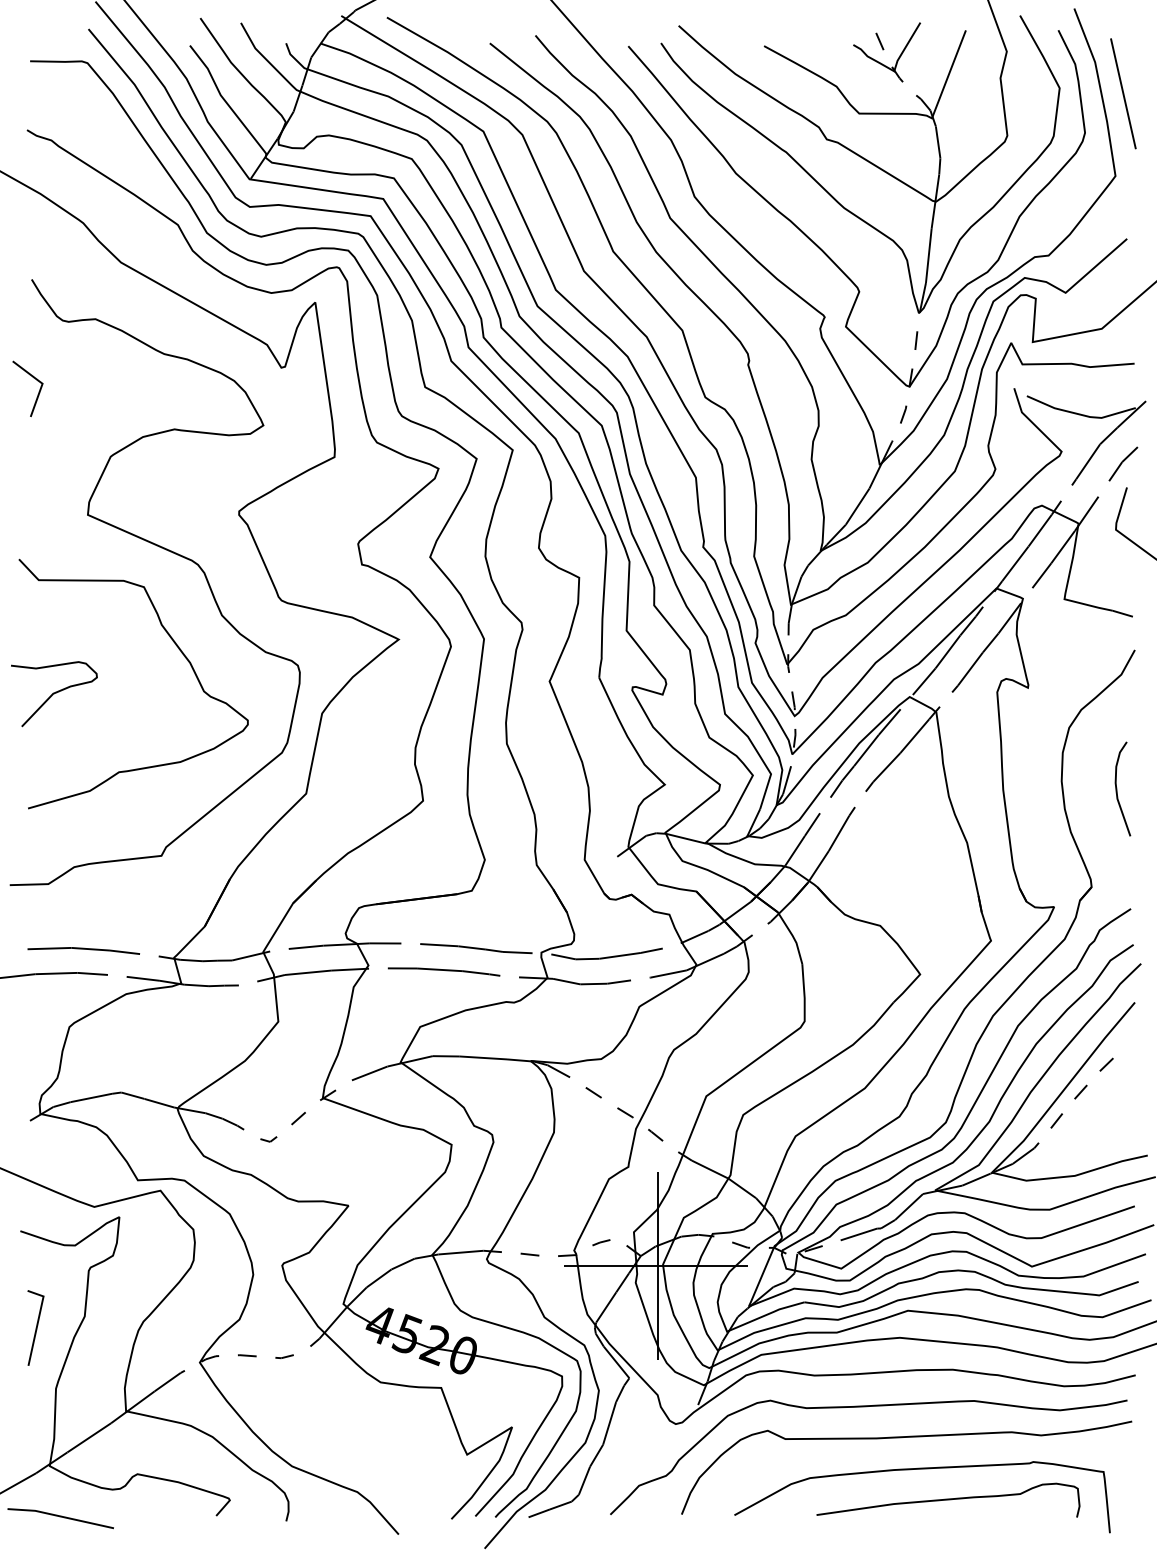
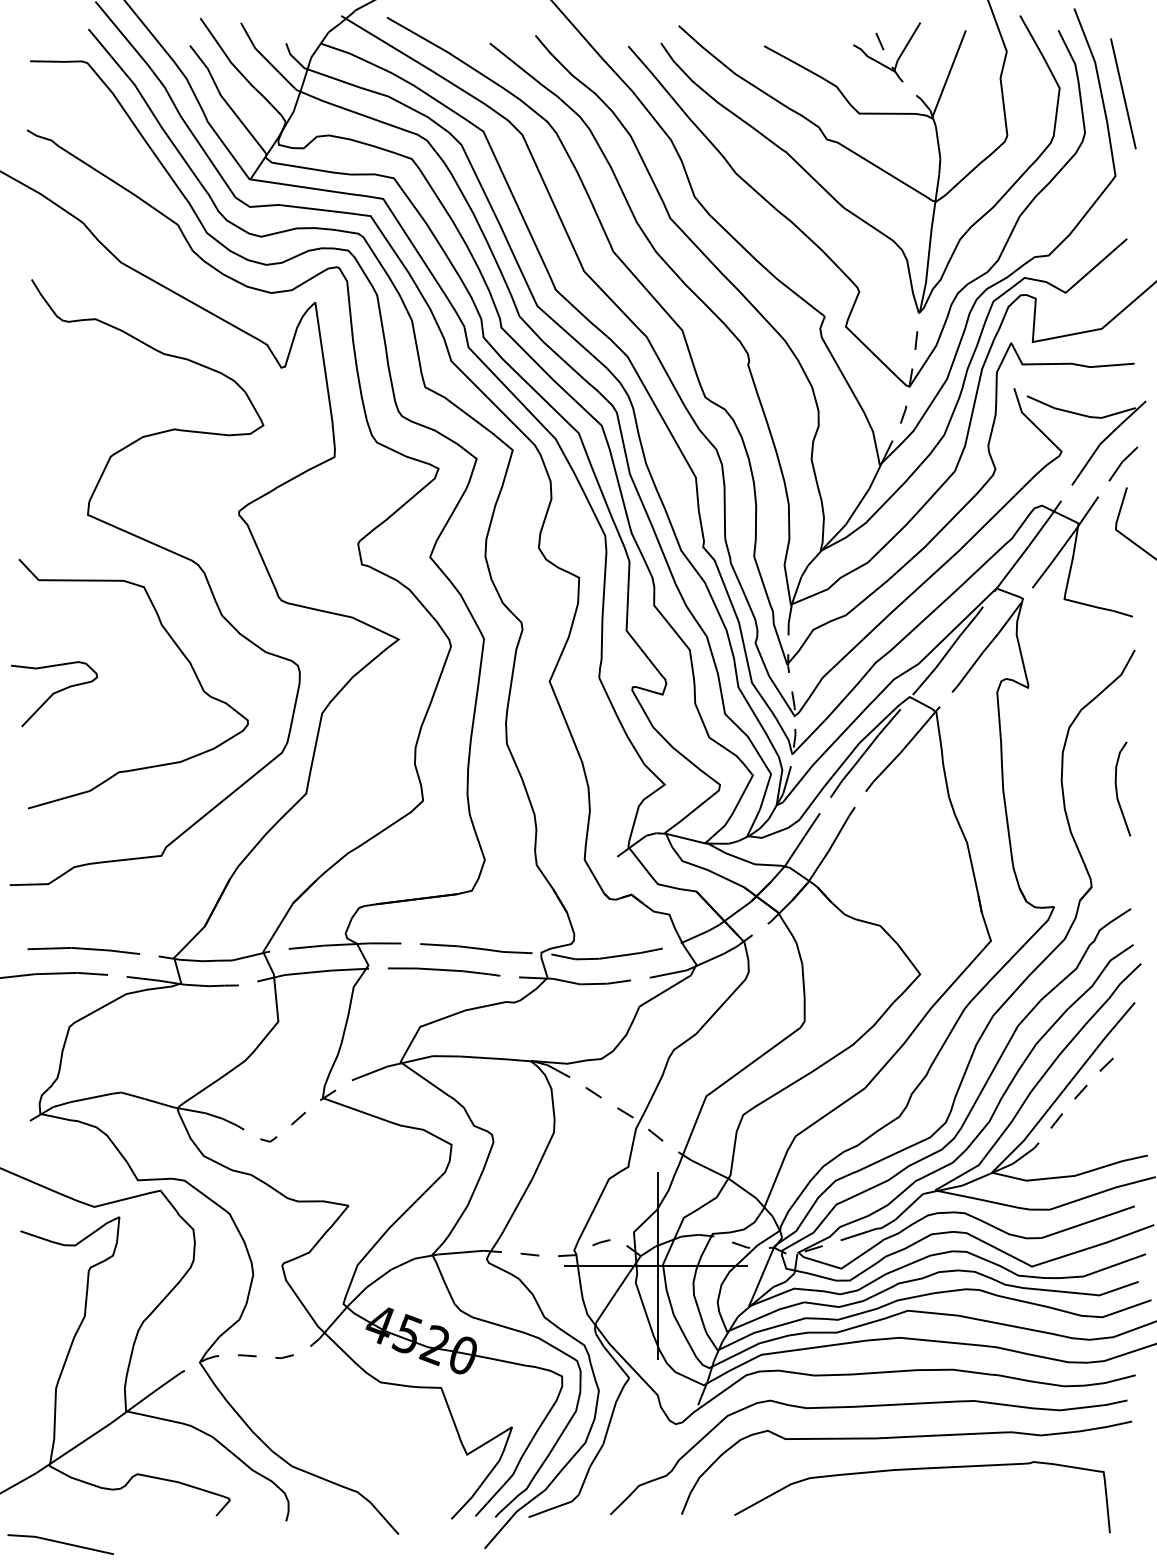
line at (38, 391): present -> none
line at (35, 1327): present -> none
curve at (948, 1499): present -> none
line at (60, 1517) position: (60, 1517) -> (60, 1543)
